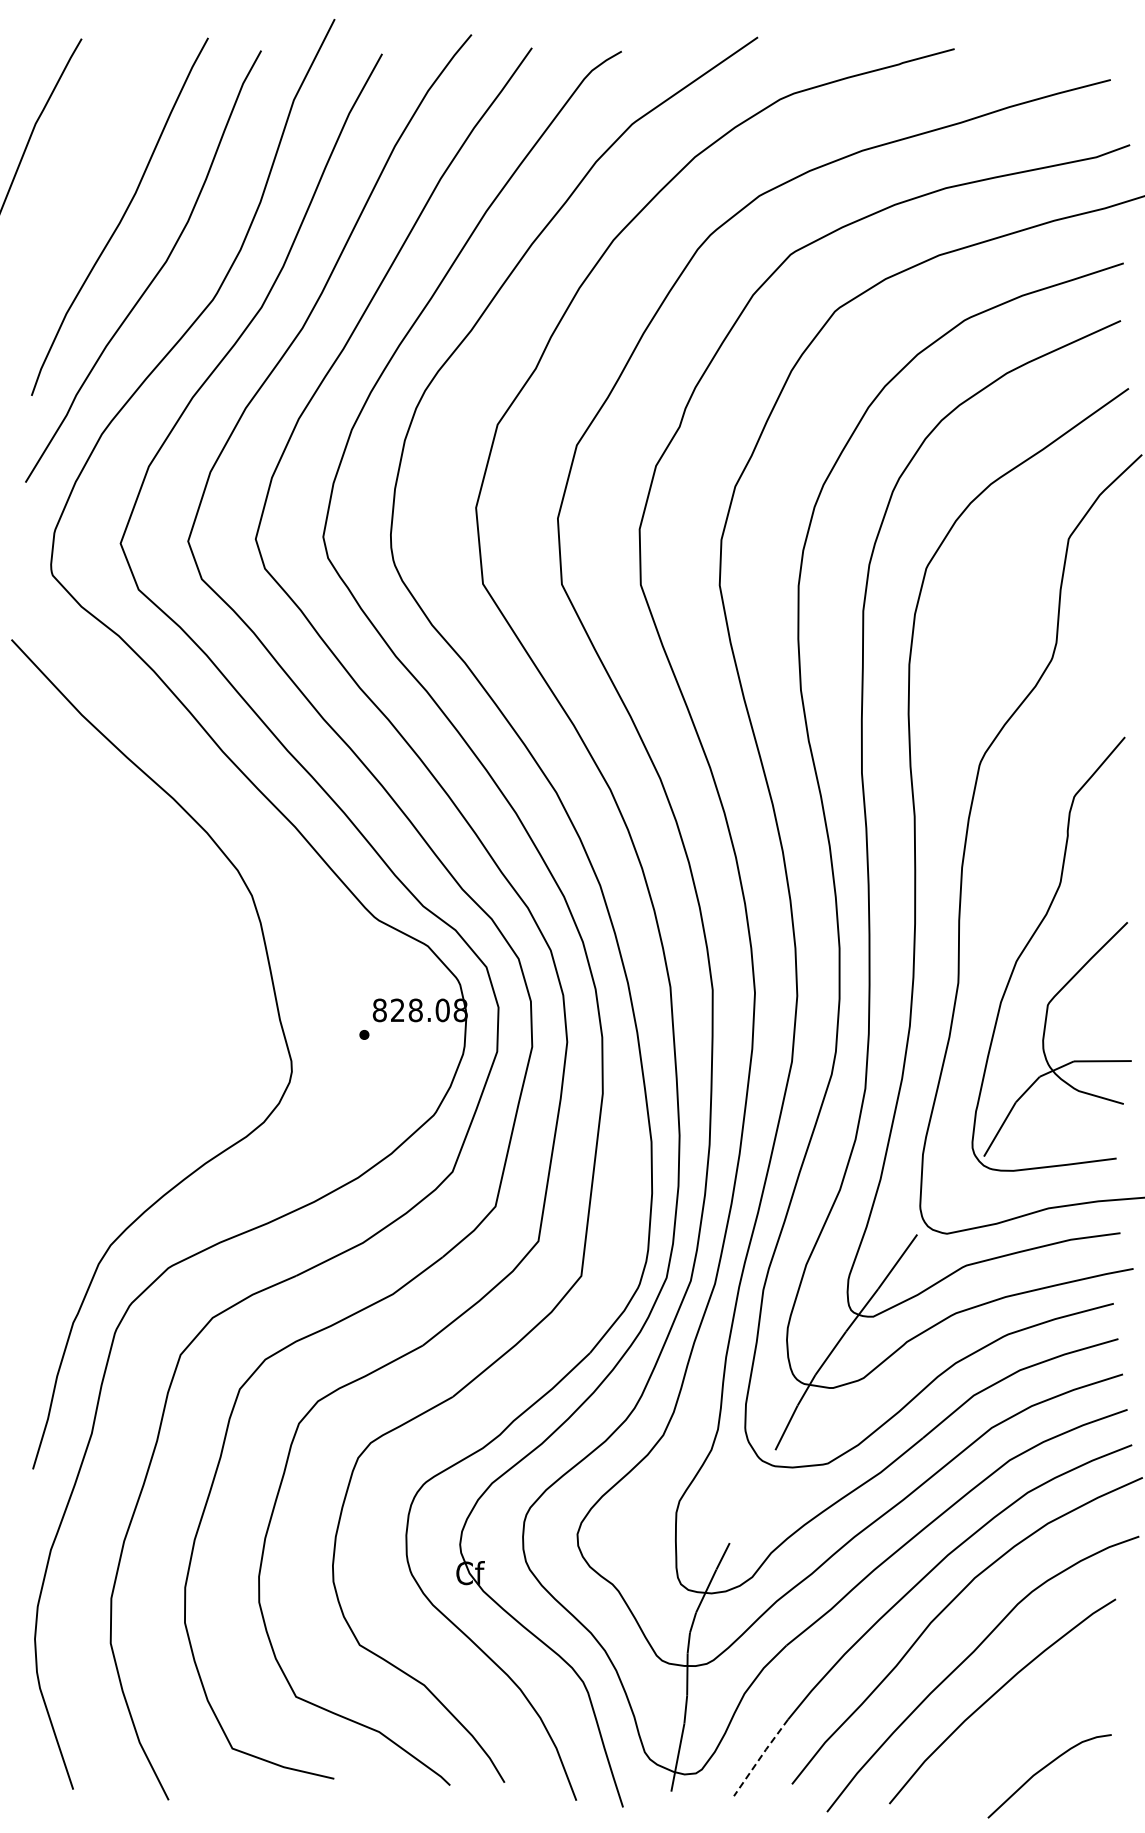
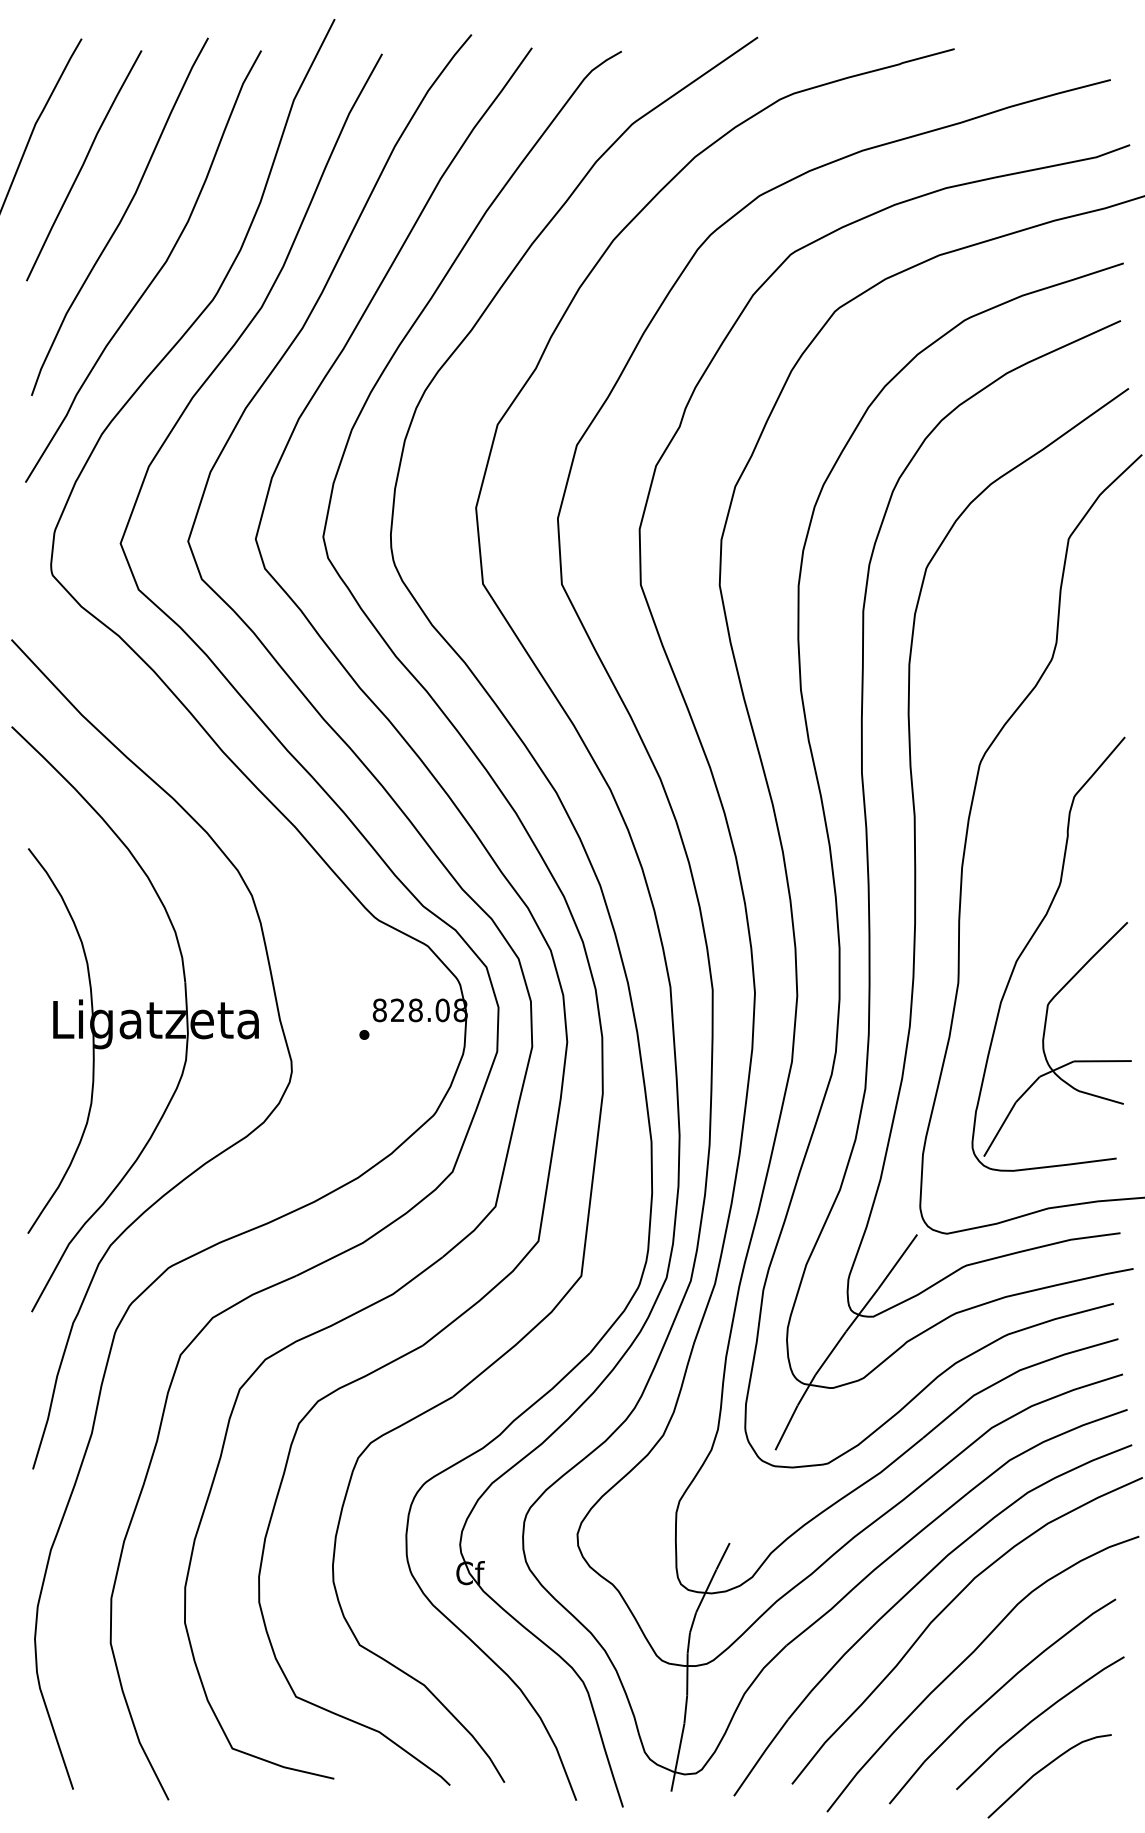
curve at (84, 164): none -> present
part at (134, 1019): none -> present
curve at (1038, 1717): none -> present
line at (760, 1757): dashed -> solid
